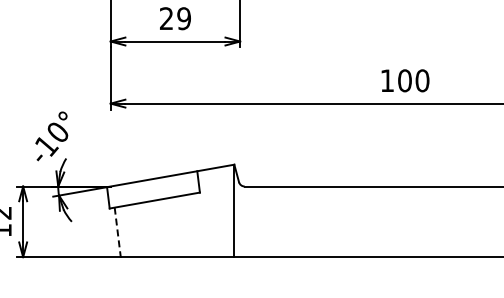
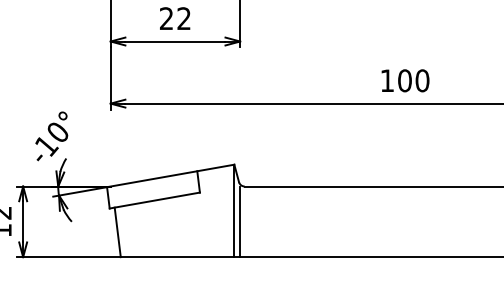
text at (183, 18): 29 -> 22
line at (240, 221): none -> present
line at (117, 232): dashed -> solid
